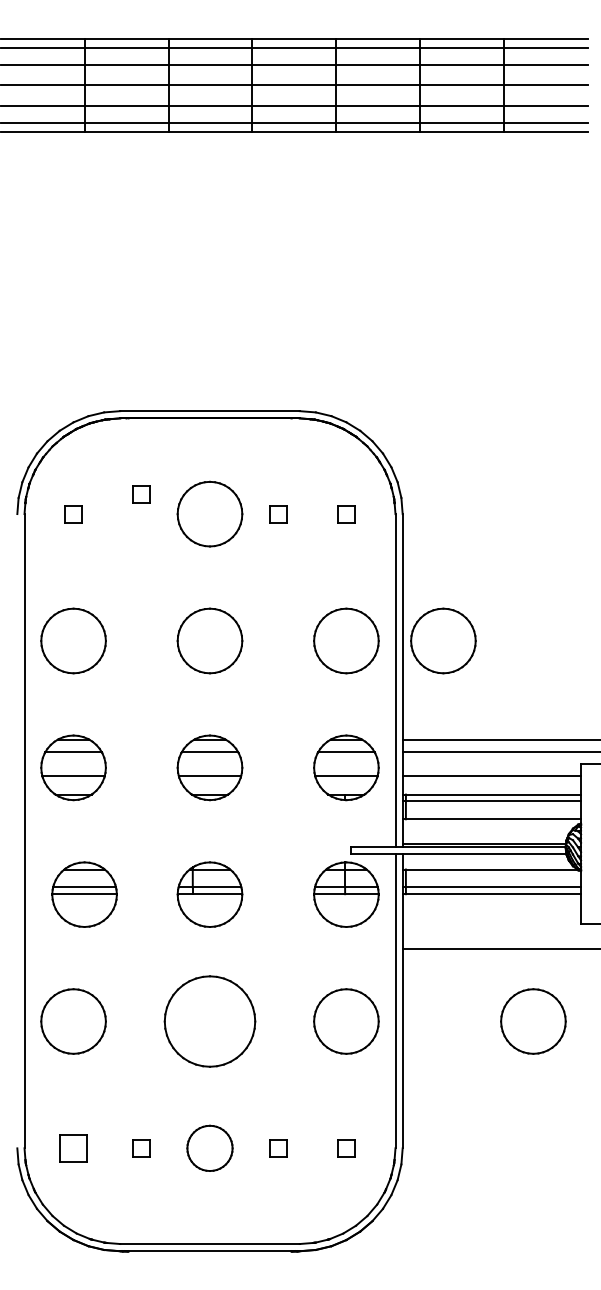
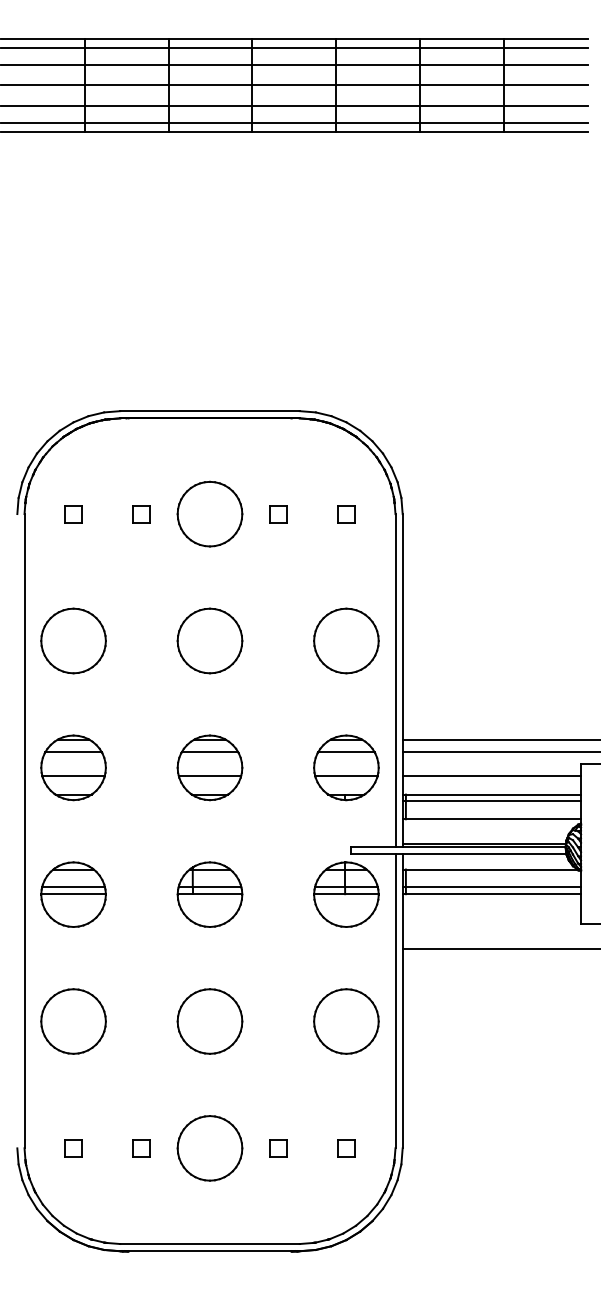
part at (141, 494) position: (141, 494) -> (141, 514)
part at (443, 640): present -> none
part at (84, 894) position: (84, 894) -> (73, 894)
part at (209, 1021) size: 94x93 px -> 68x67 px
part at (533, 1021): present -> none
part at (209, 1147) size: 48x48 px -> 68x67 px
part at (73, 1148) size: 29x29 px -> 19x19 px
